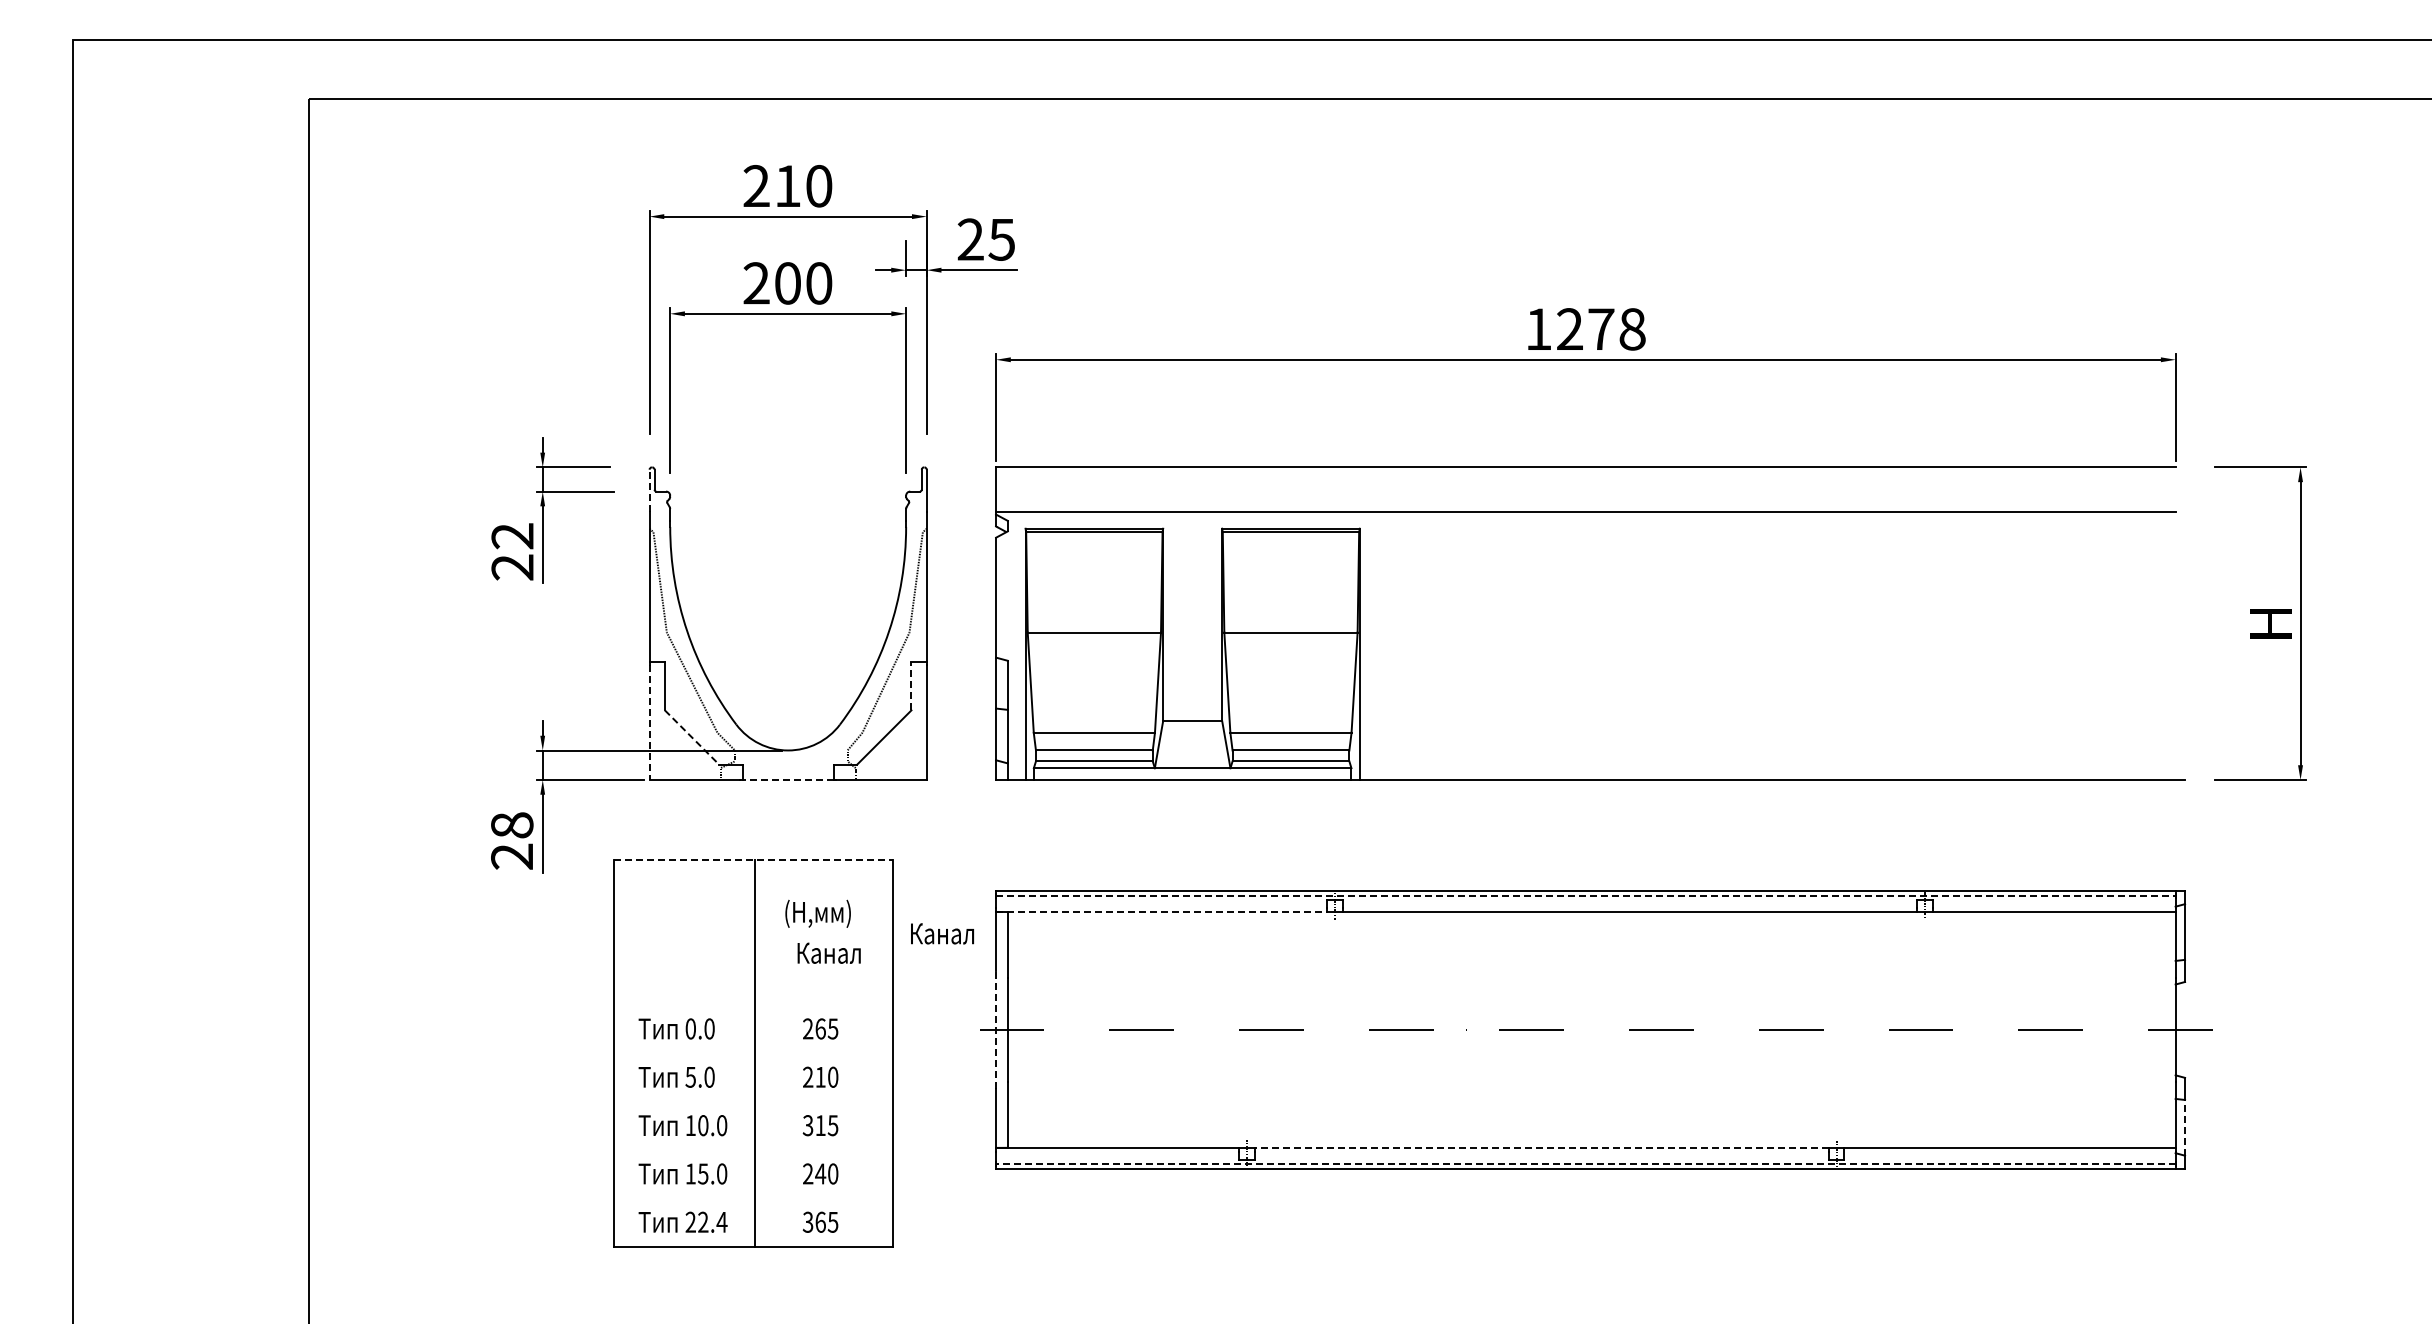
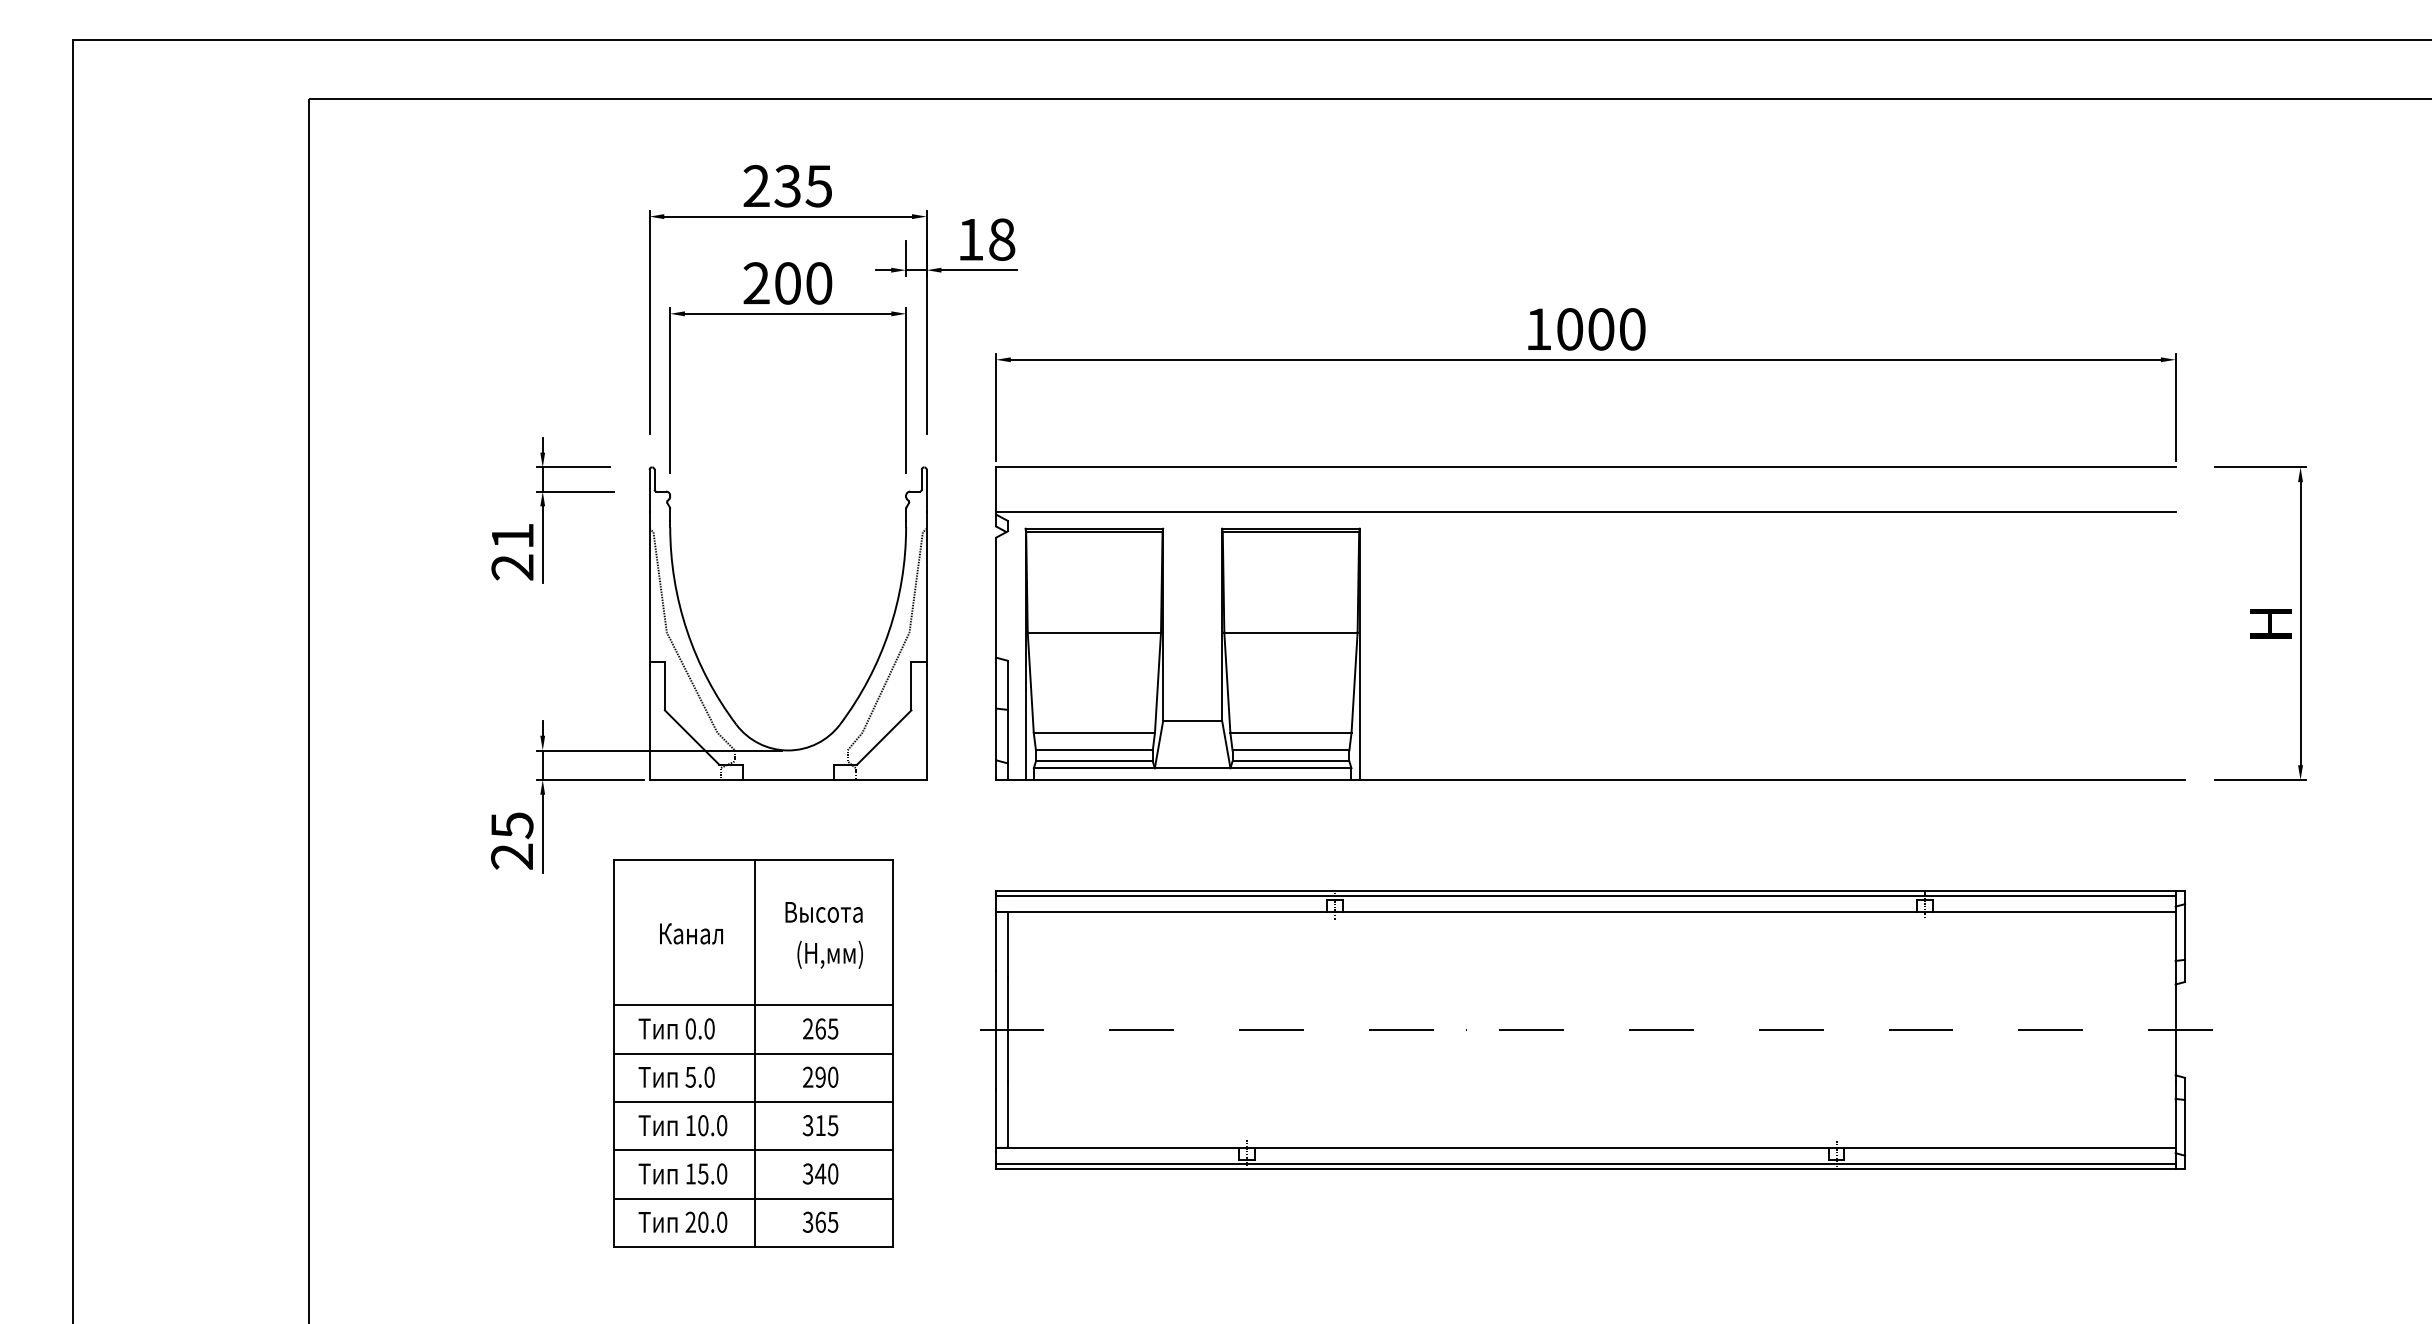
text at (803, 186): 210 -> 235
text at (986, 239): 25 -> 18
text at (1601, 329): 1278 -> 1000
line at (649, 490): dashed -> solid
text at (512, 536): 22 -> 21
line at (911, 685): dashed -> solid
line at (649, 722): dashed -> solid
line at (692, 737): dashed -> solid
line at (787, 779): dashed -> solid
text at (512, 825): 28 -> 25
line at (753, 860): dashed -> solid
line at (1585, 896): dashed -> solid
line at (1161, 911): dashed -> solid
text at (823, 913): (Н,мм) -> Высота
text at (942, 933) position: (942, 933) -> (691, 933)
text at (829, 954): Канал -> (Н,мм)
line at (753, 1005): none -> present
line at (996, 1029): dashed -> solid
line at (753, 1053): none -> present
text at (820, 1076): 210 -> 290
line at (753, 1102): none -> present
line at (2185, 1127): dashed -> solid
line at (1541, 1147): dashed -> solid
line at (753, 1150): none -> present
line at (1585, 1163): dashed -> solid
text at (807, 1174): 240 -> 340
line at (753, 1198): none -> present
text at (712, 1221): 22.4 -> 20.0
